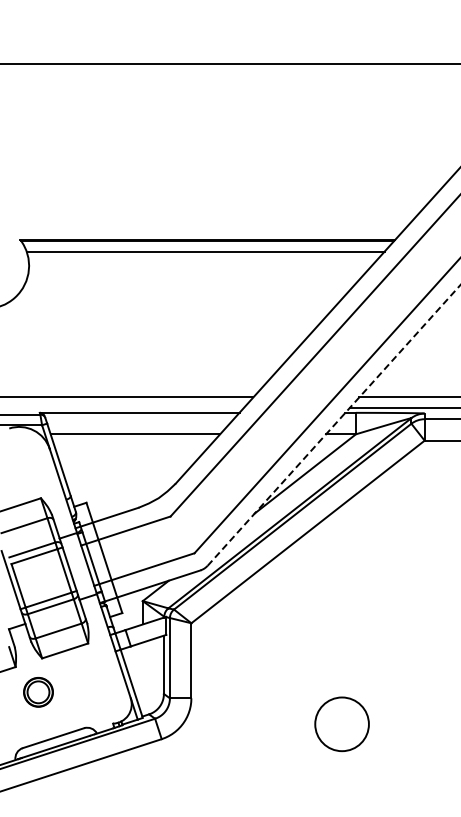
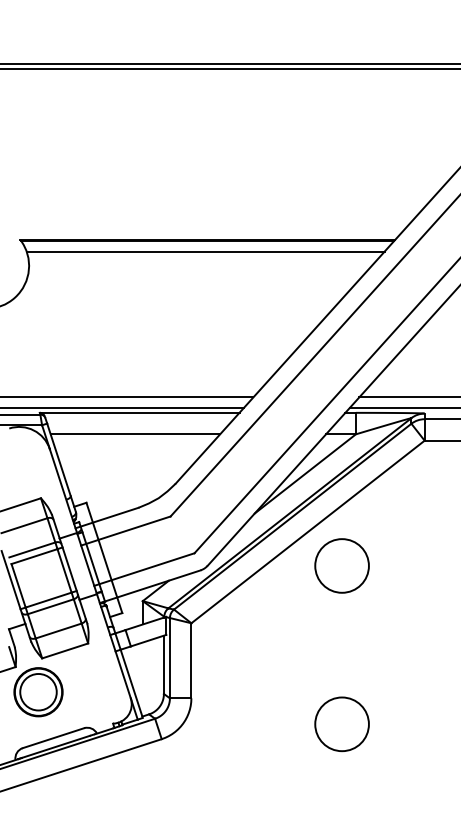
line at (229, 69): none -> present
line at (122, 408): none -> present
line at (334, 425): dashed -> solid
circle at (341, 565): none -> present
part at (38, 692) size: 31x31 px -> 51x51 px
